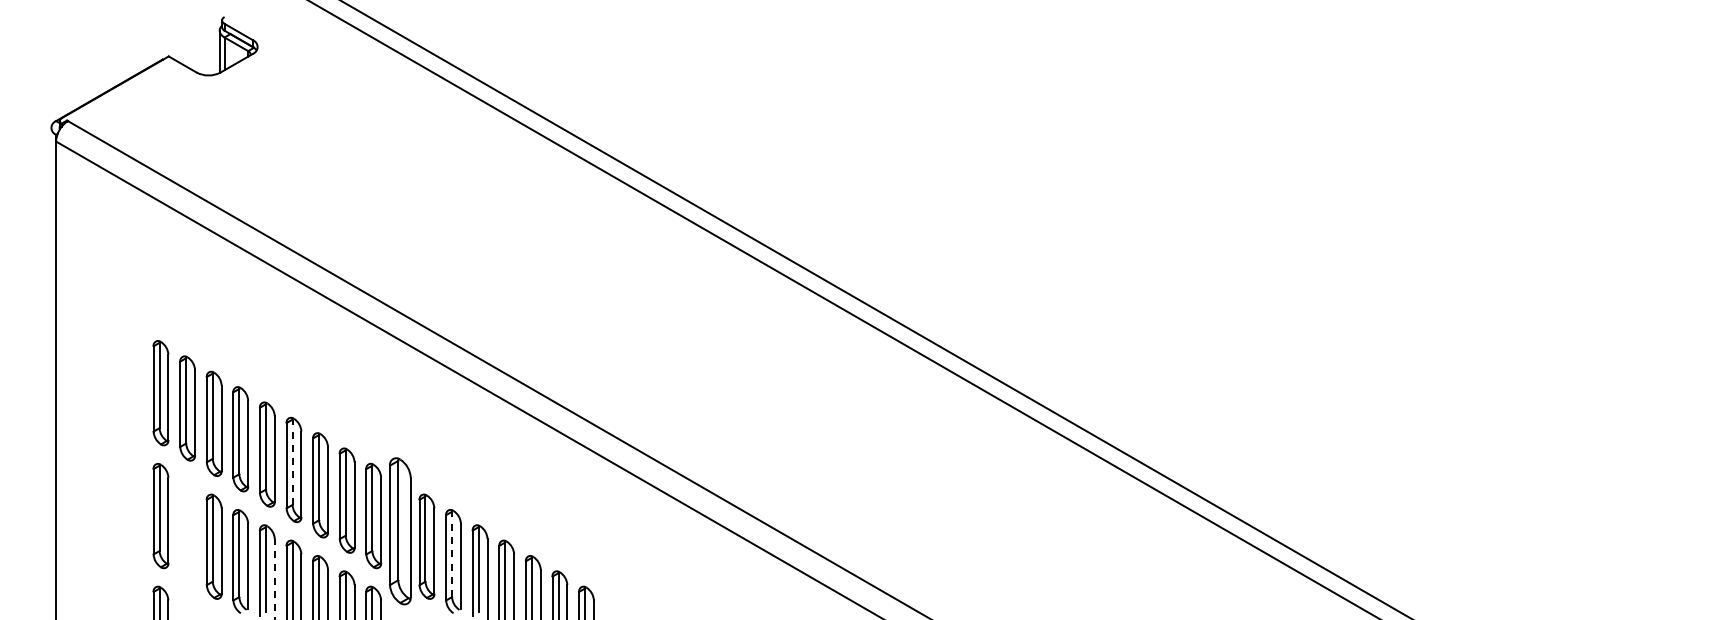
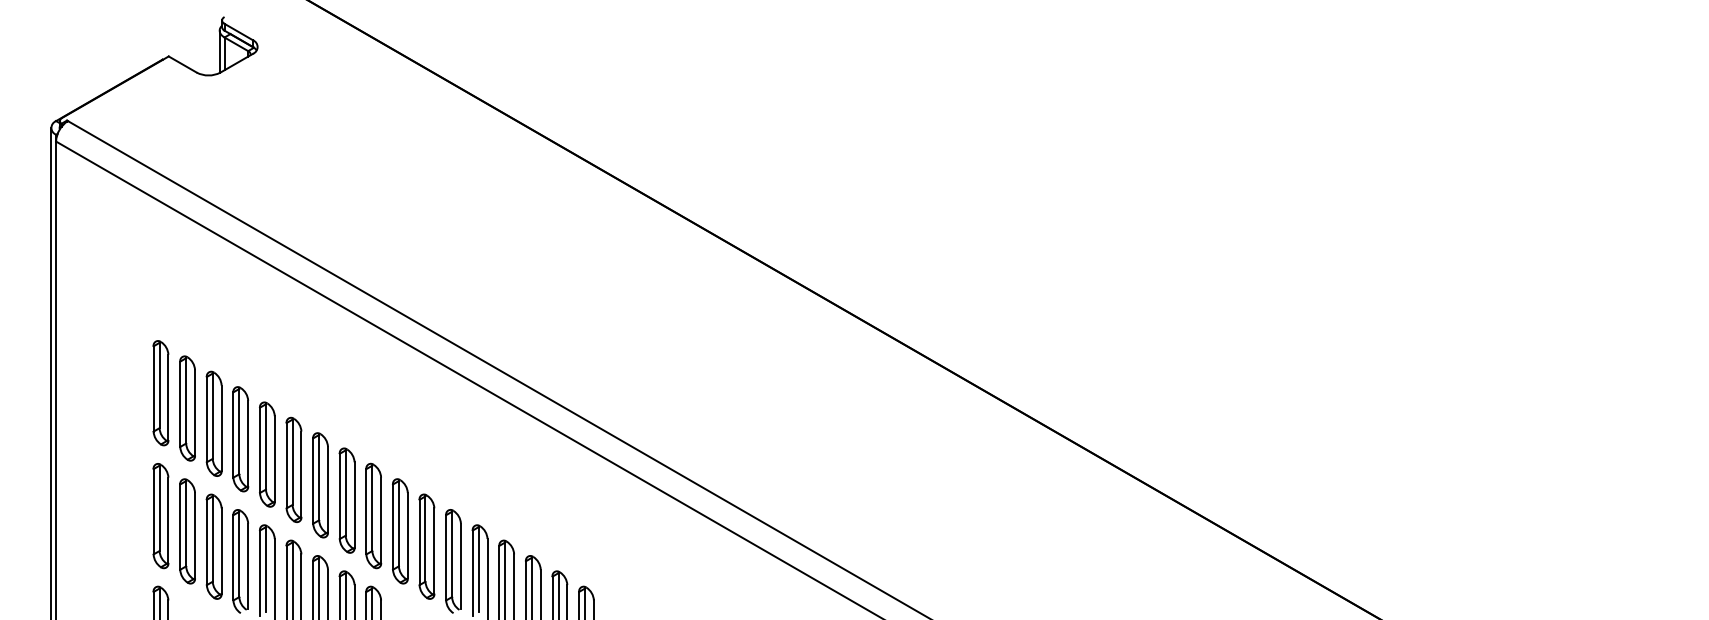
line at (875, 309) position: (875, 309) -> (843, 309)
line at (51, 371): none -> present
line at (292, 462): dashed -> solid
part at (187, 531): none -> present
part at (400, 531) size: 23x149 px -> 17x107 px
line at (452, 554): dashed -> solid
line at (274, 578): dashed -> solid
